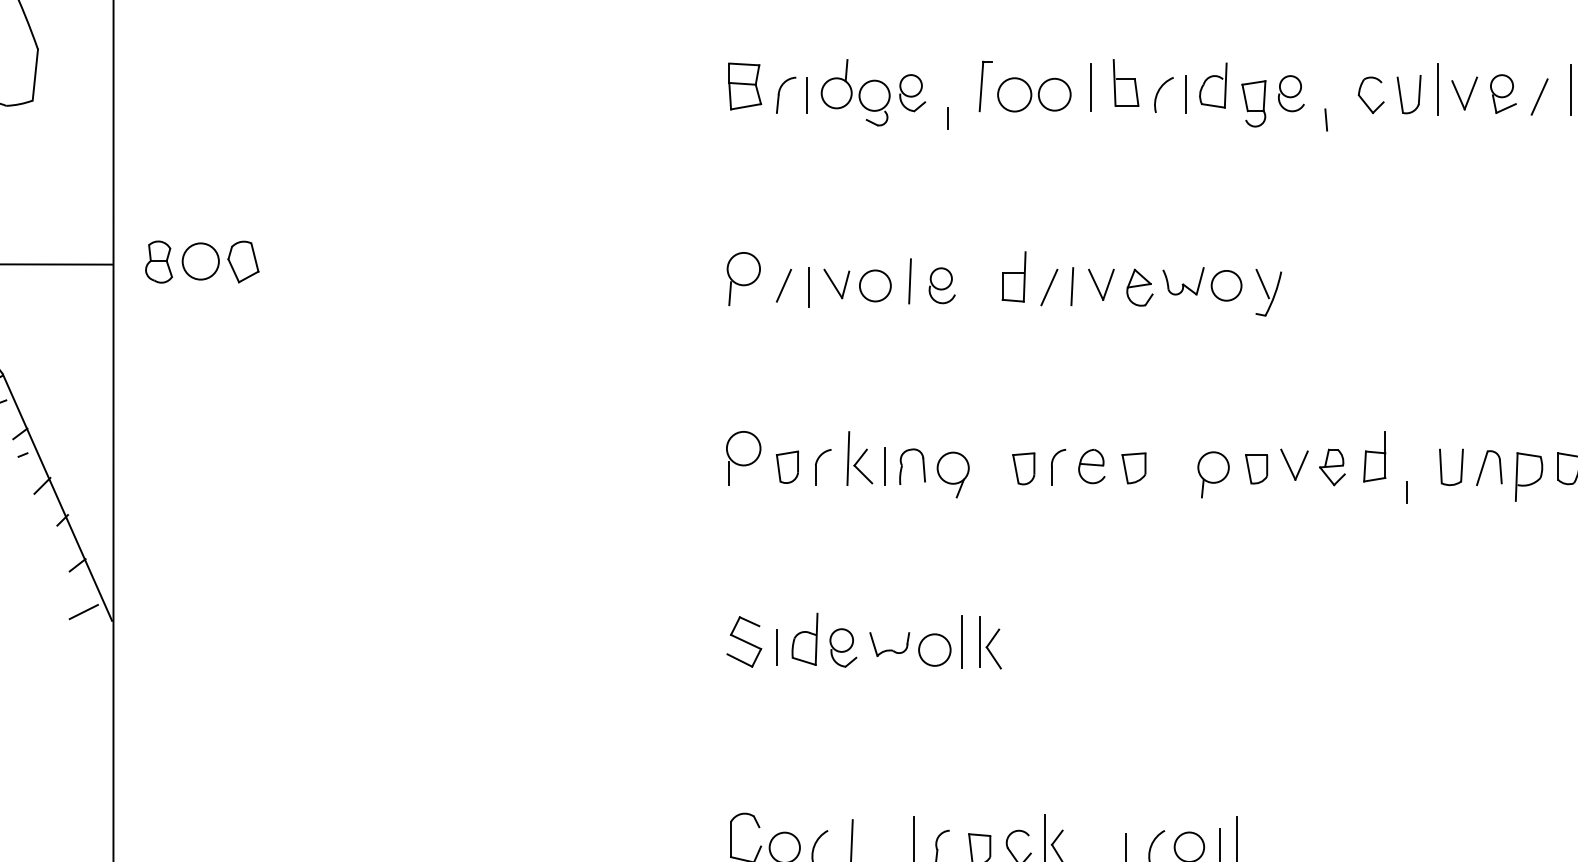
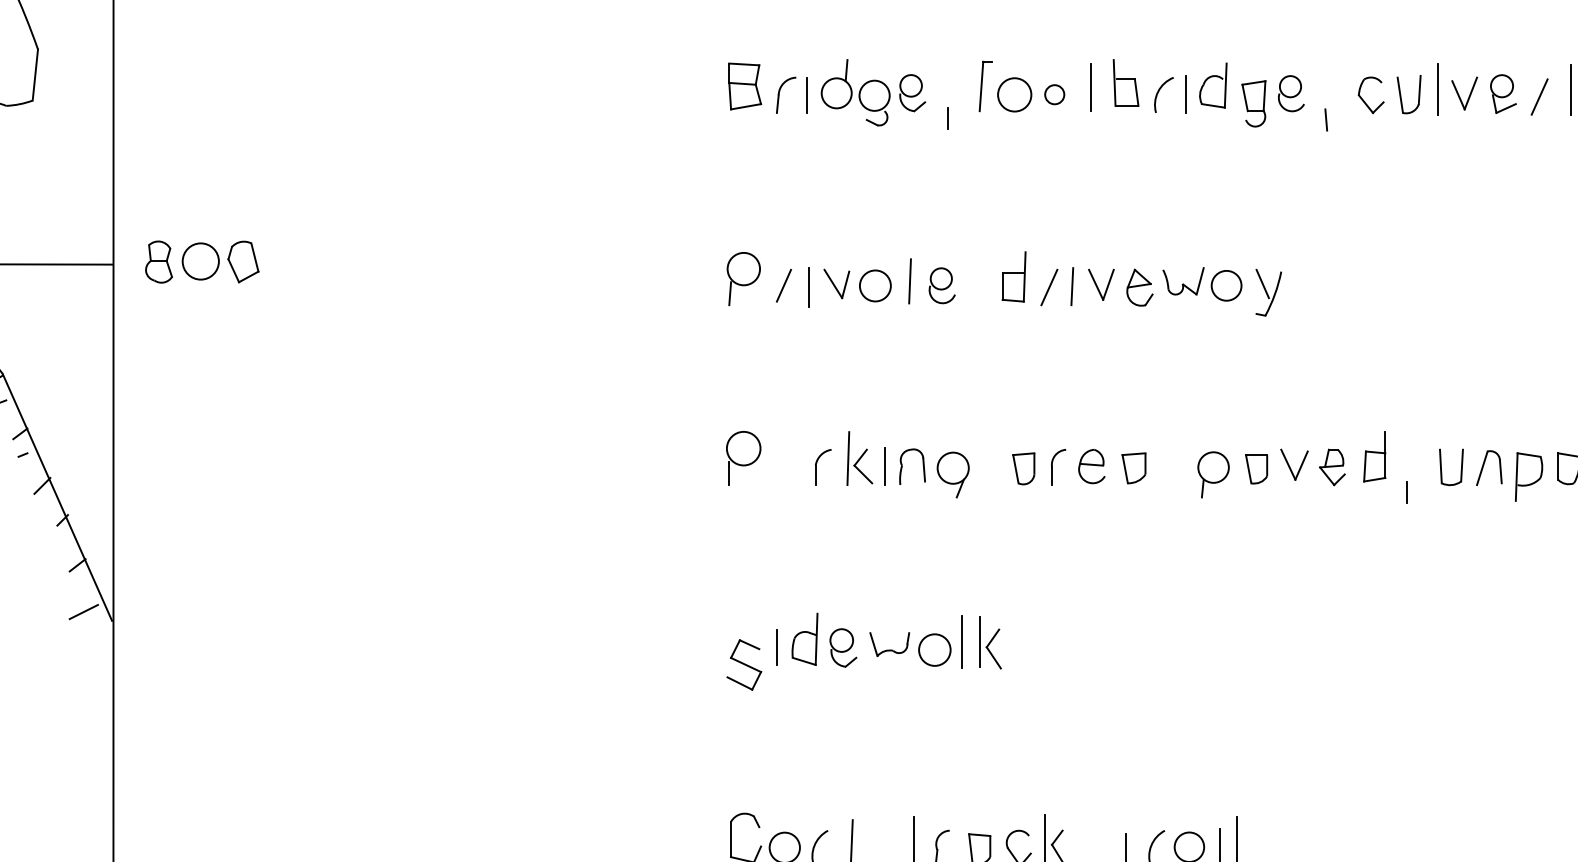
circle at (1054, 94) diameter: 32 px -> 19 px
part at (786, 466): present -> none
part at (744, 641) position: (744, 641) -> (744, 664)
